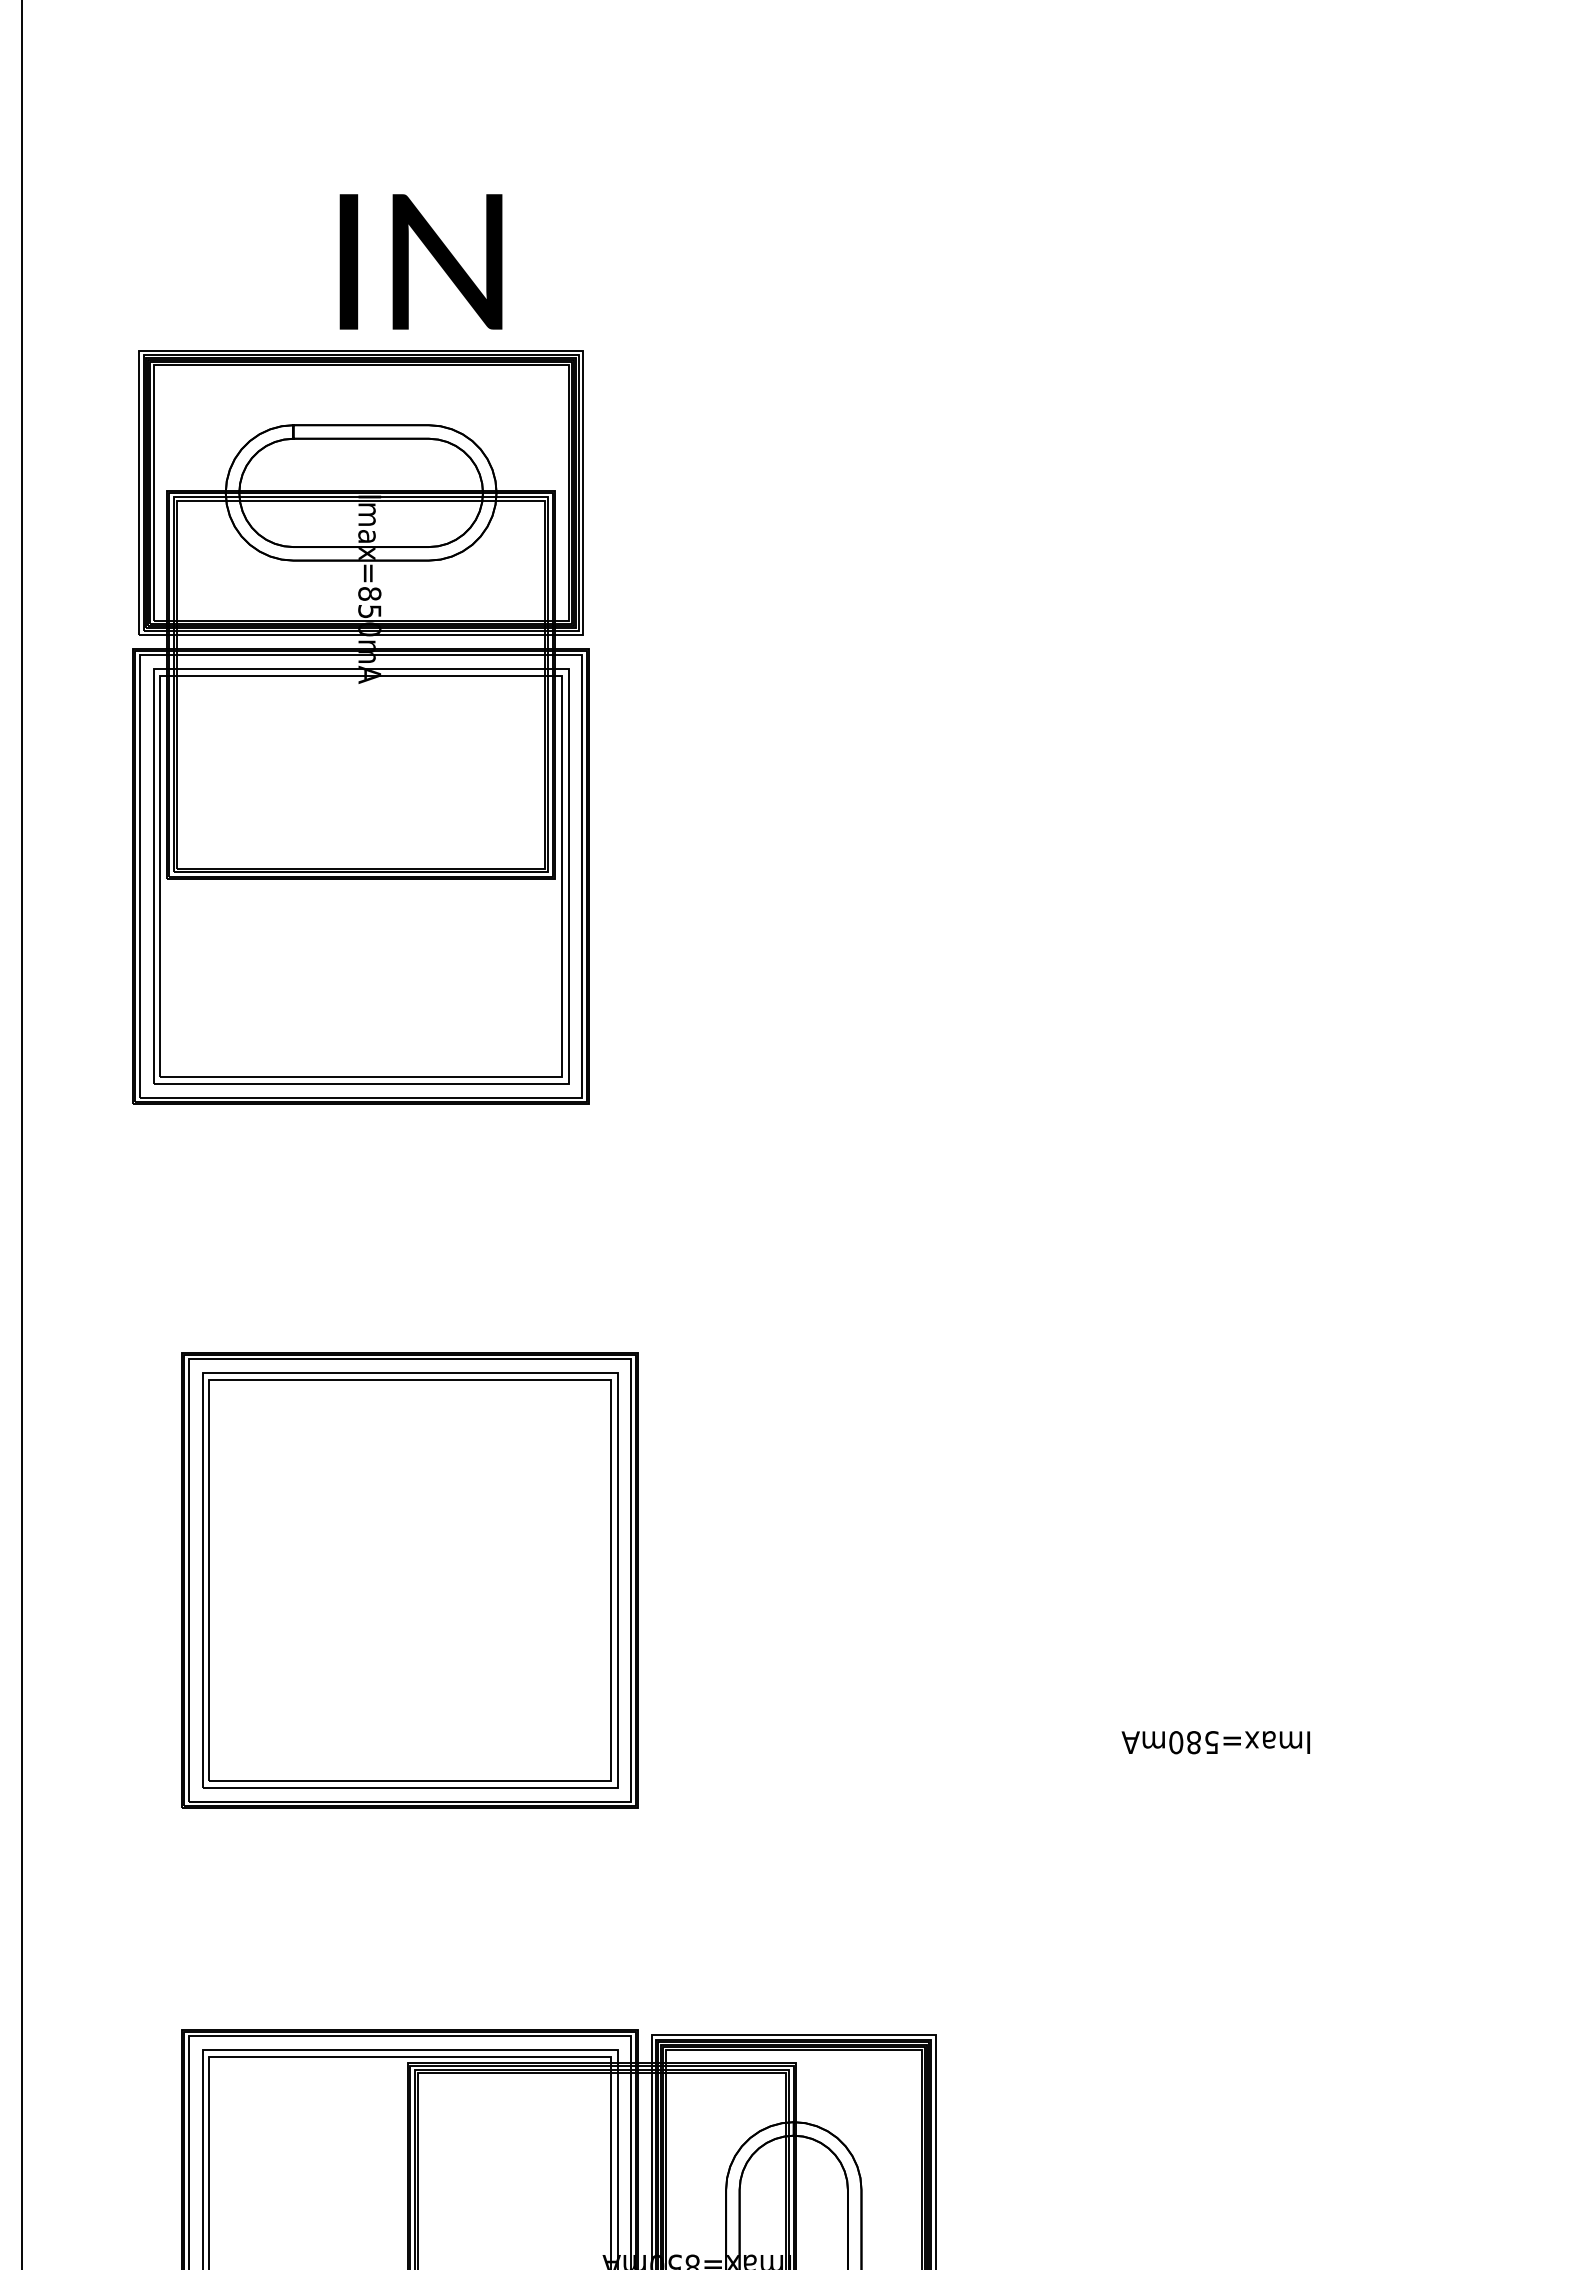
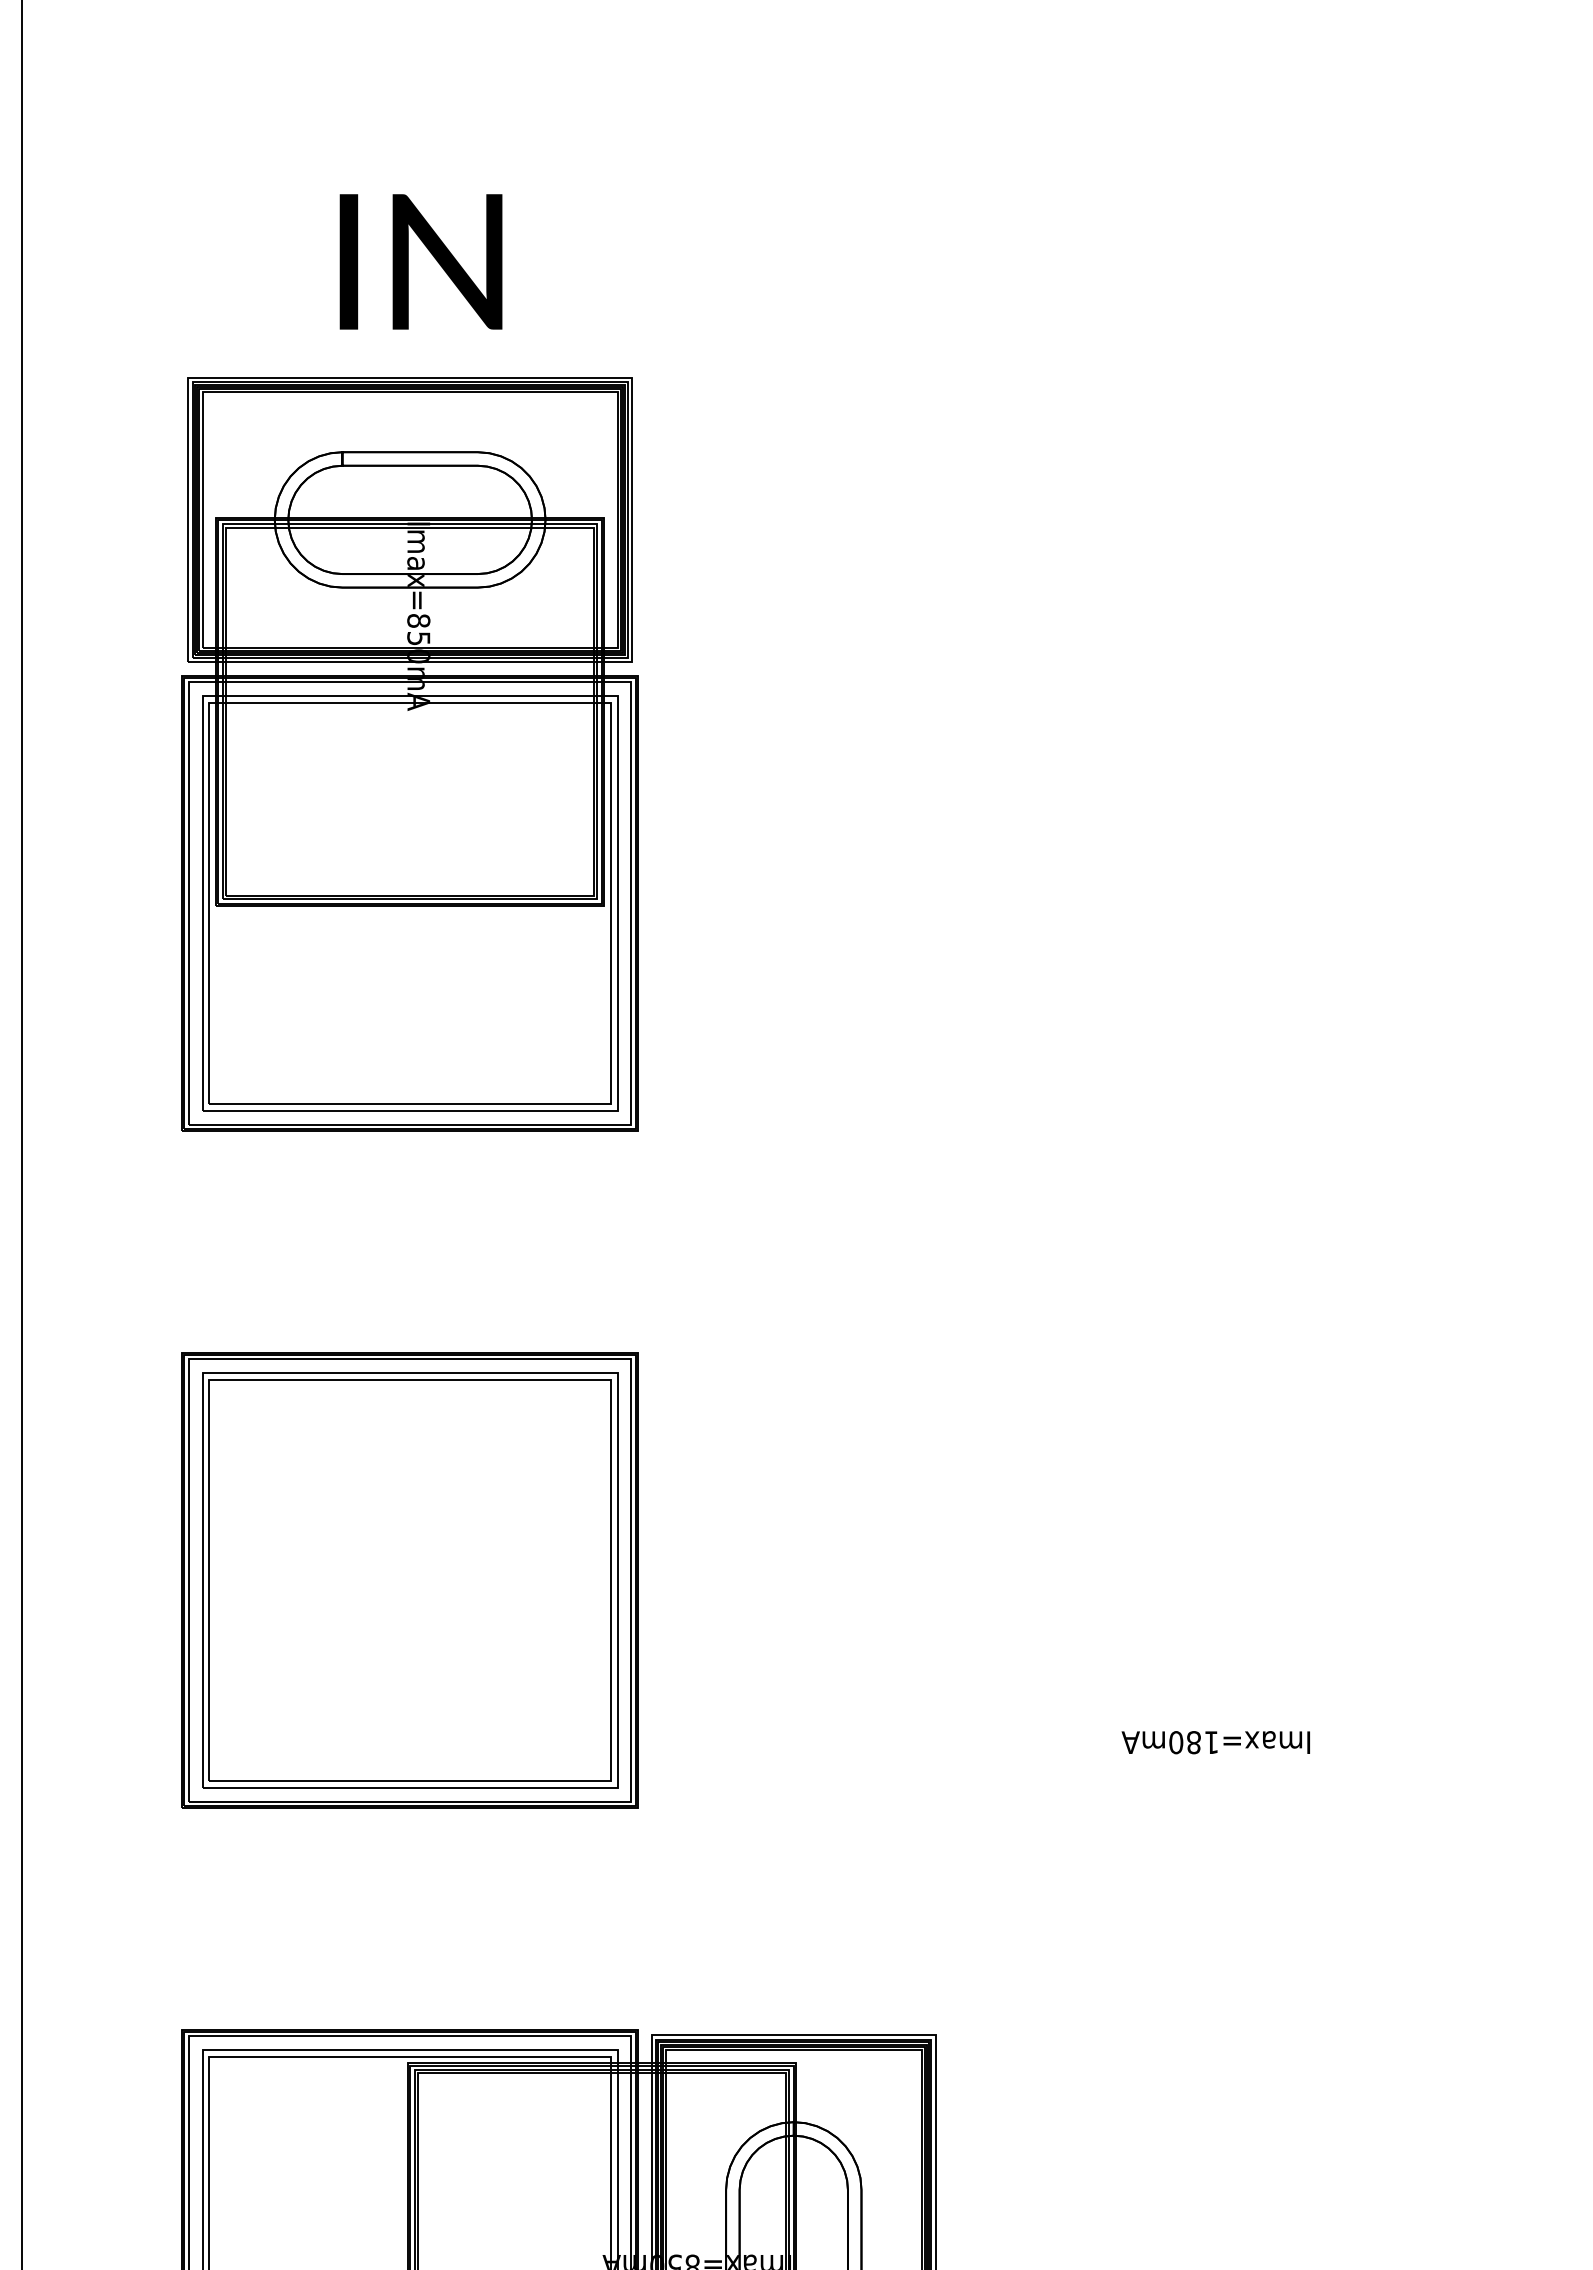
part at (360, 727) position: (360, 727) -> (409, 754)
text at (1211, 1742): Imax=580mA -> Imax=180mA
